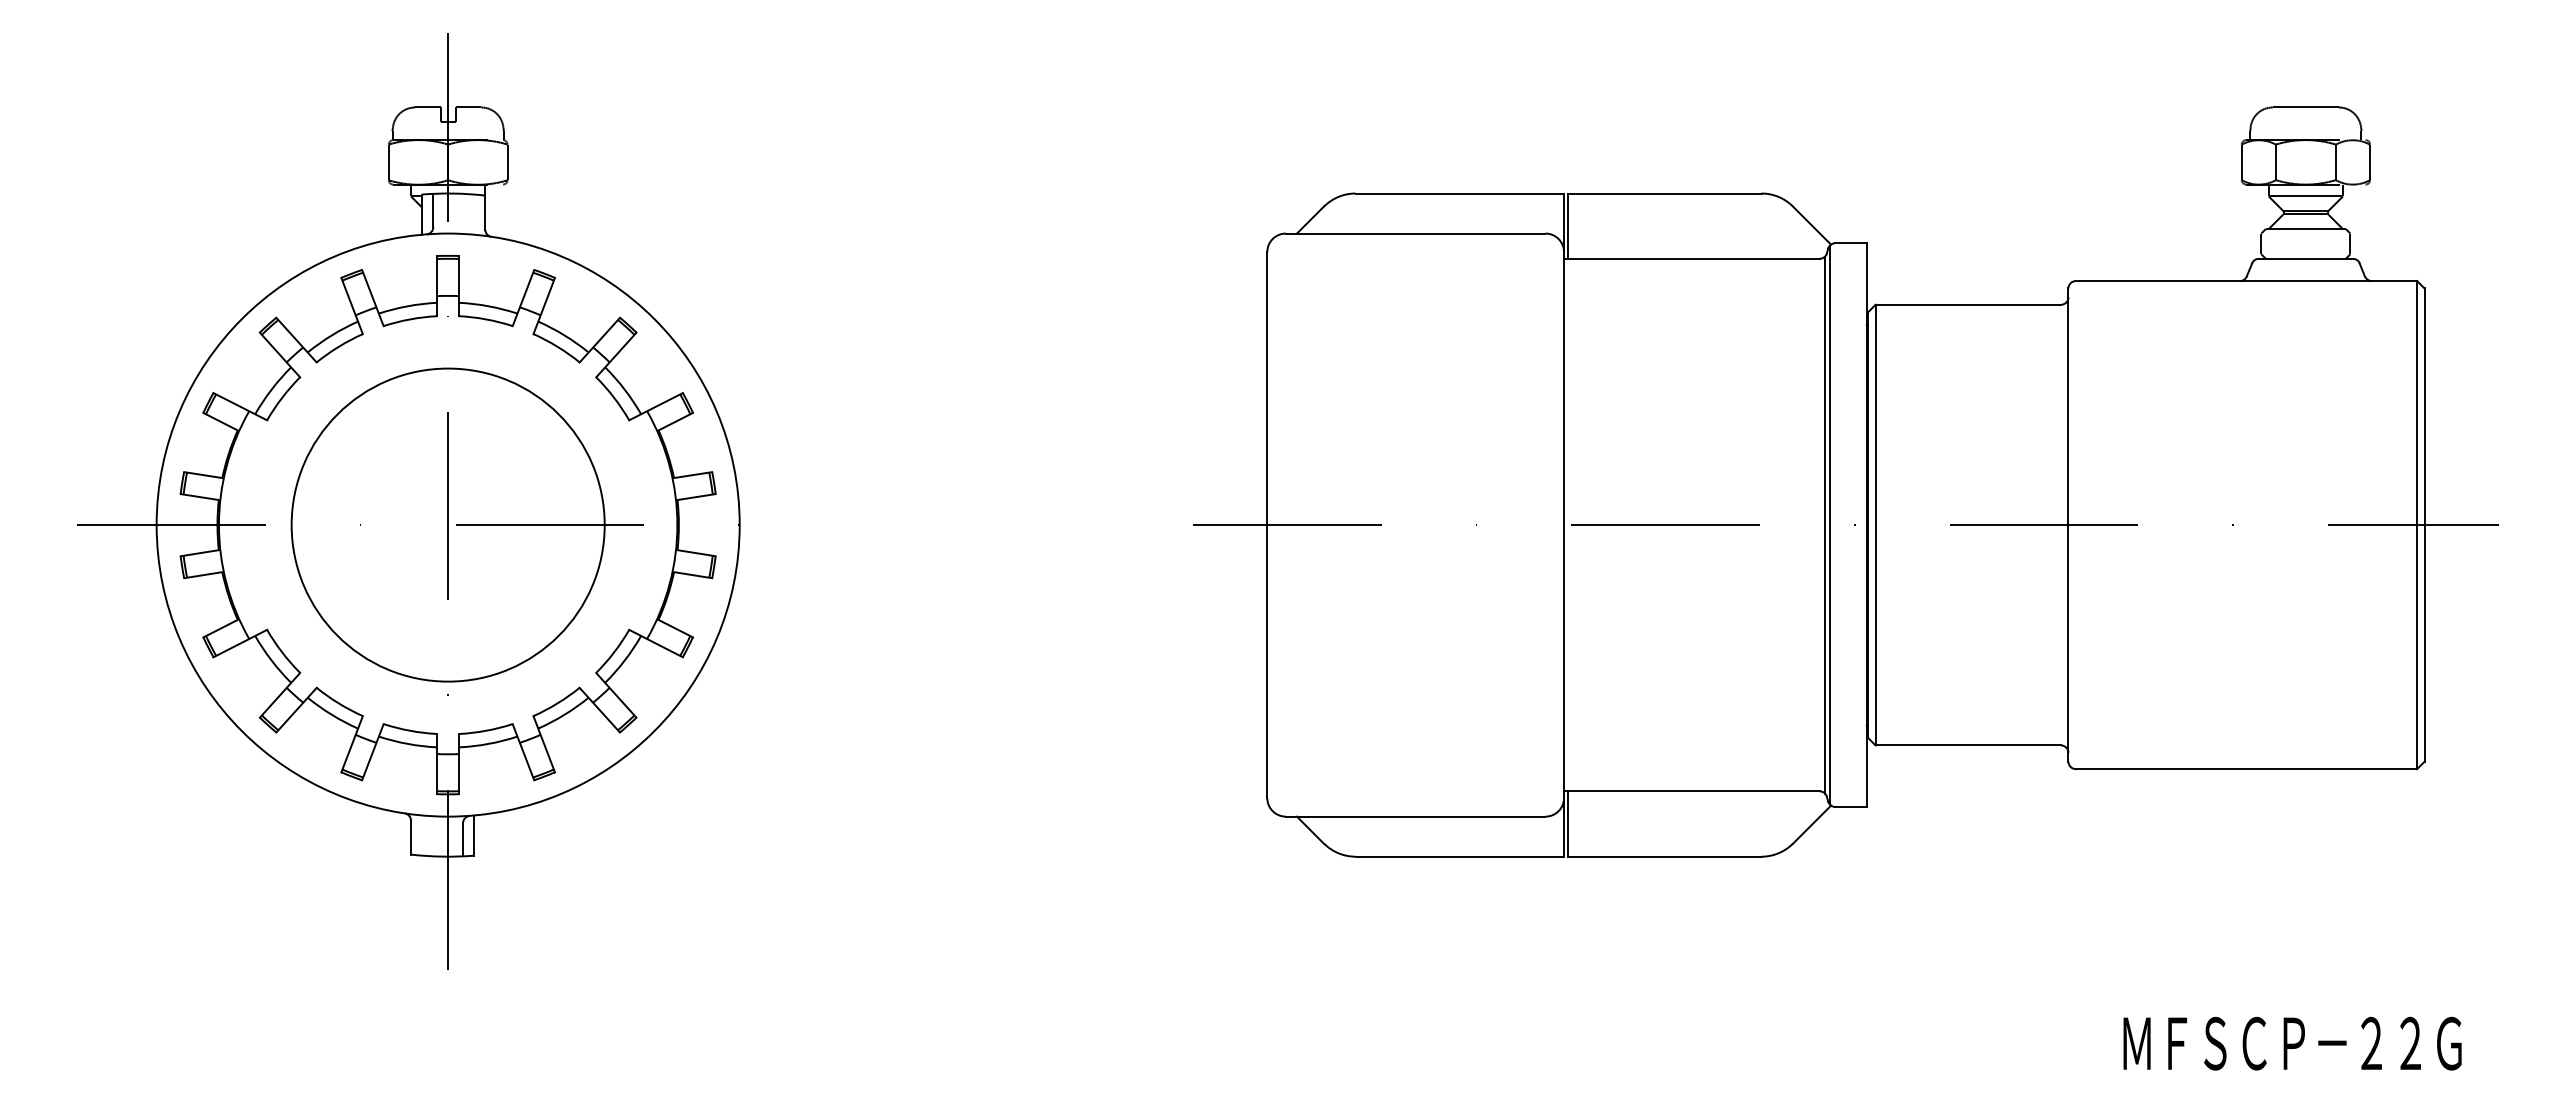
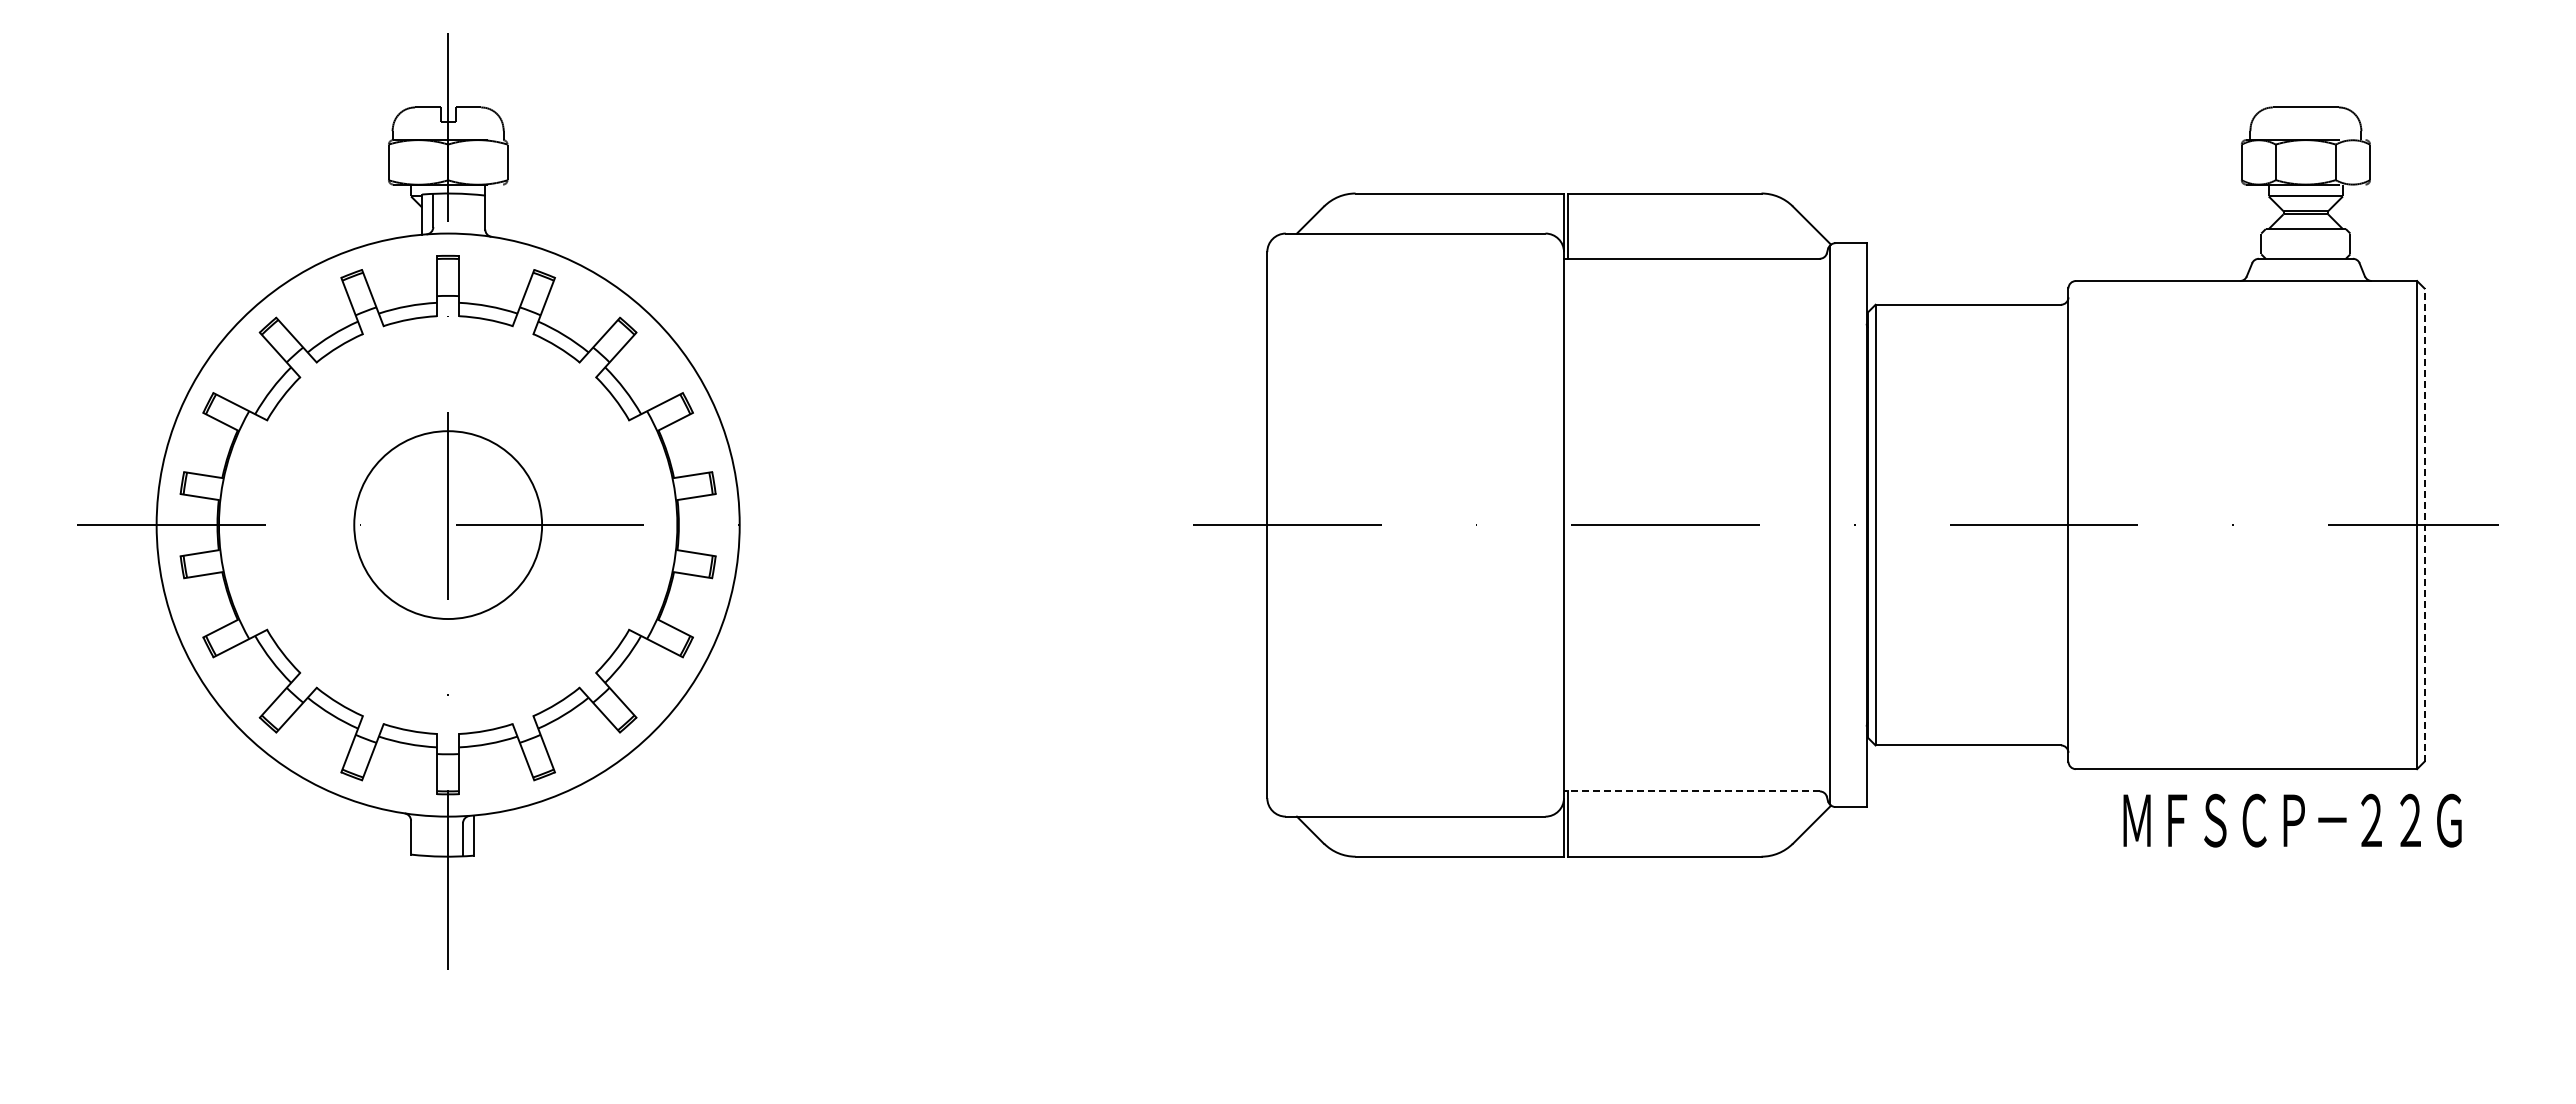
circle at (447, 524) diameter: 313 px -> 188 px
line at (1825, 524): present -> none
line at (2424, 525): solid -> dashed
line at (1691, 791): solid -> dashed
text at (2292, 1043) position: (2292, 1043) -> (2292, 820)
